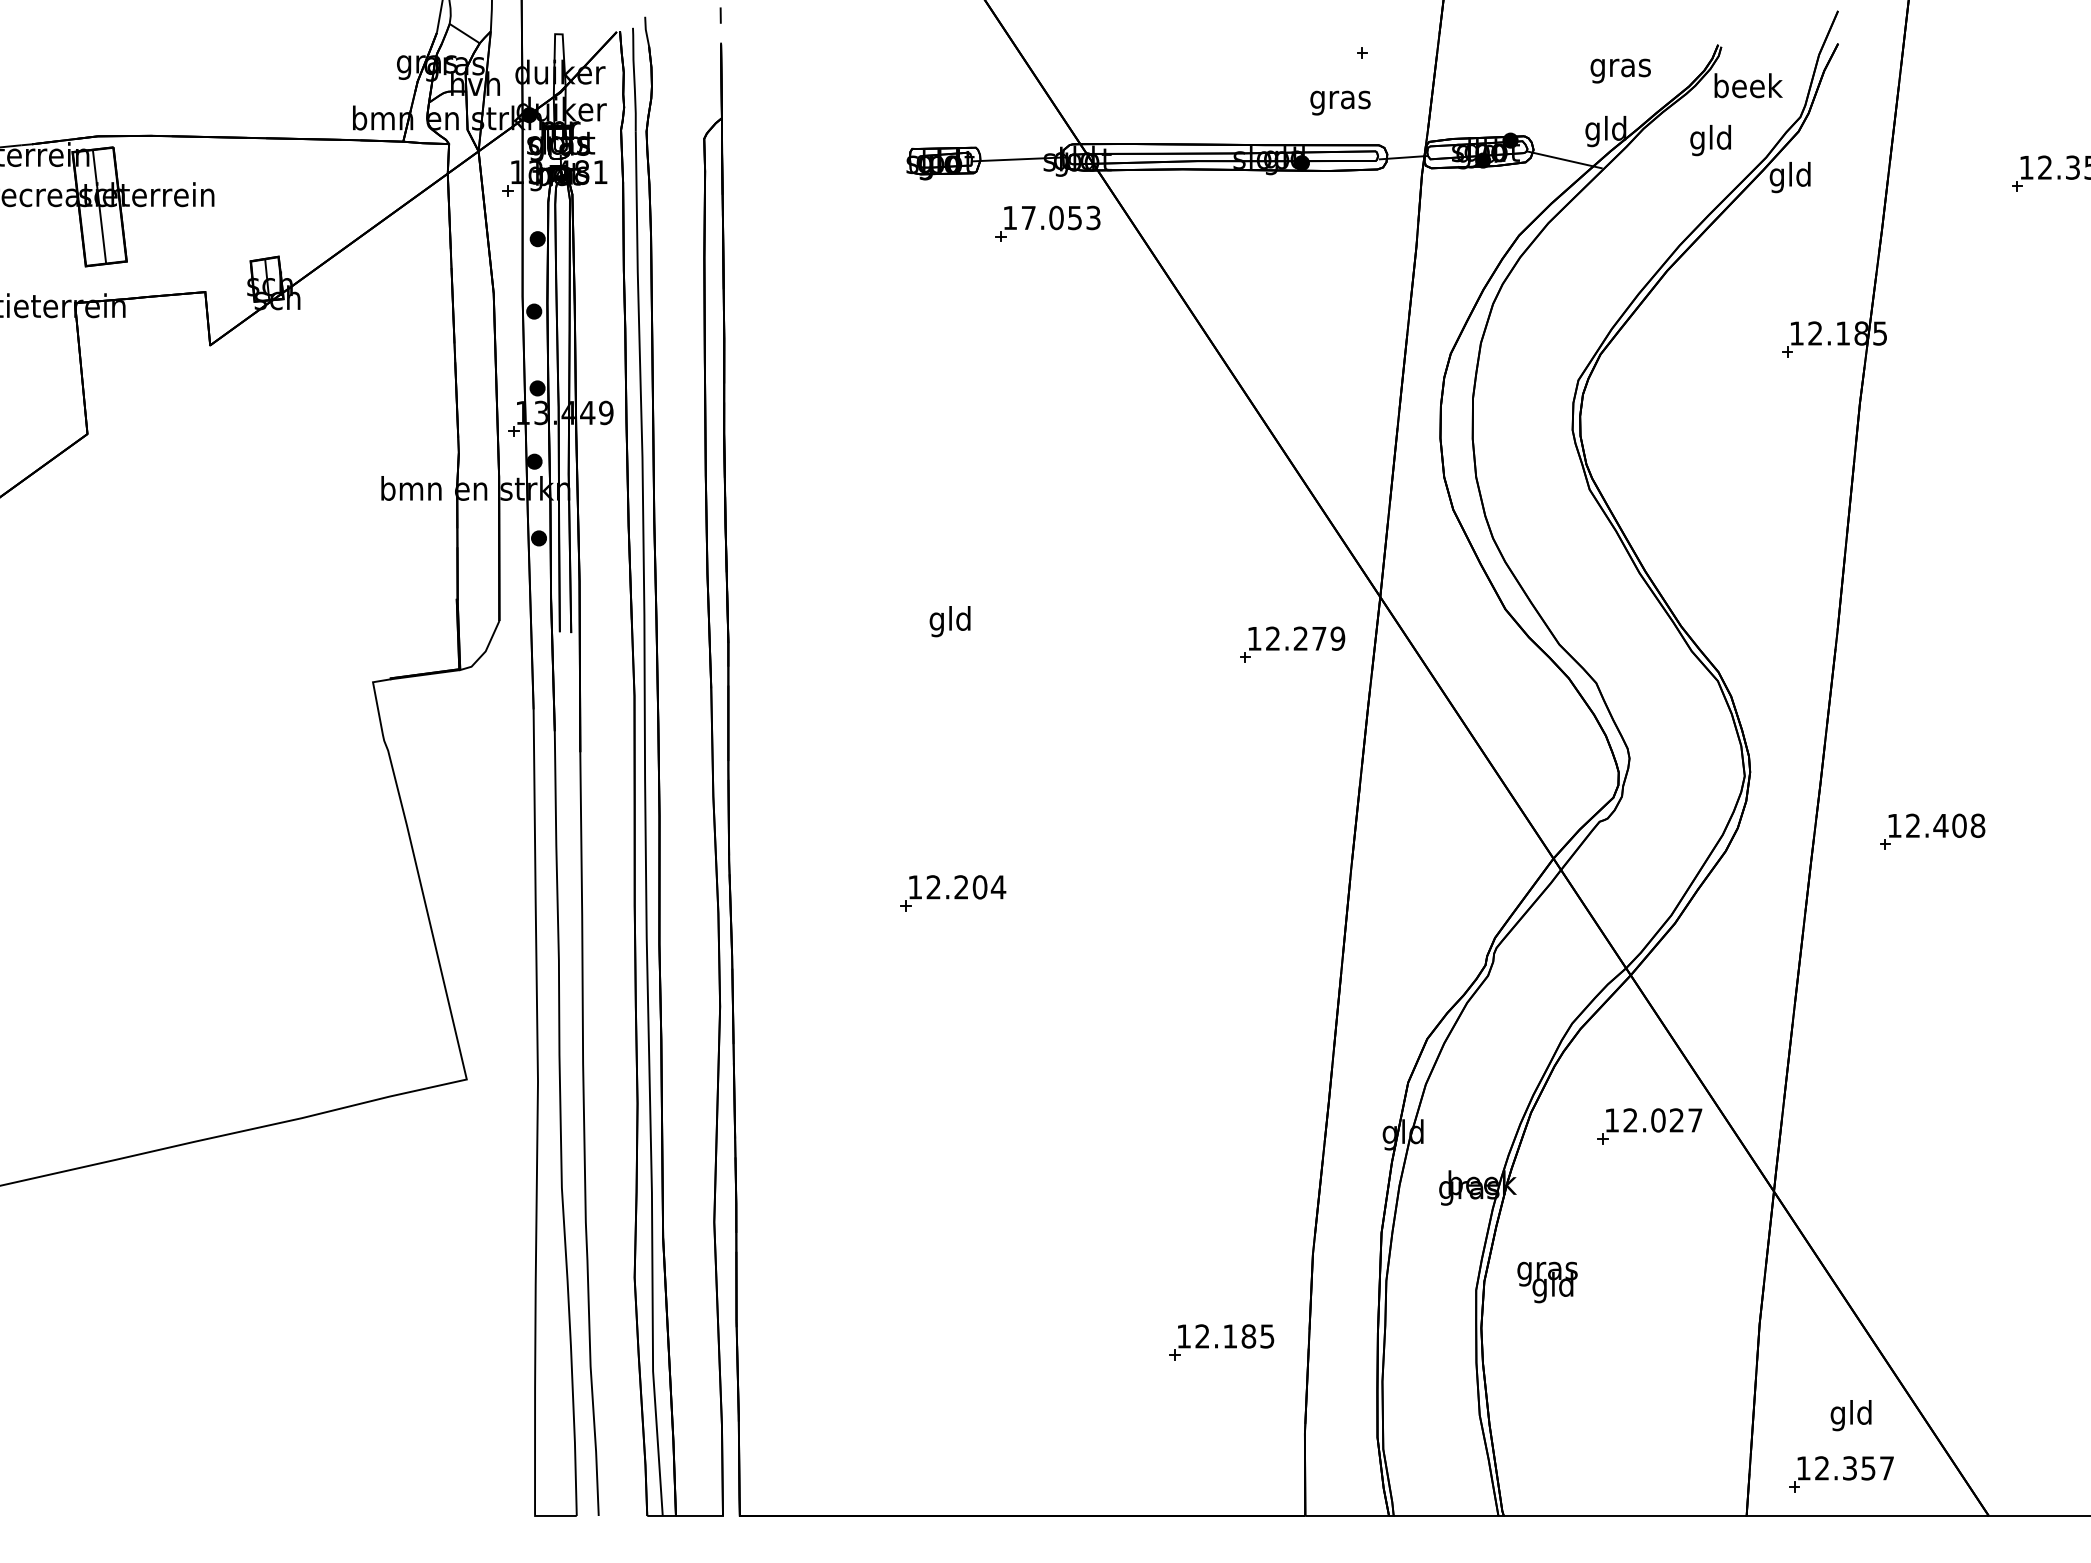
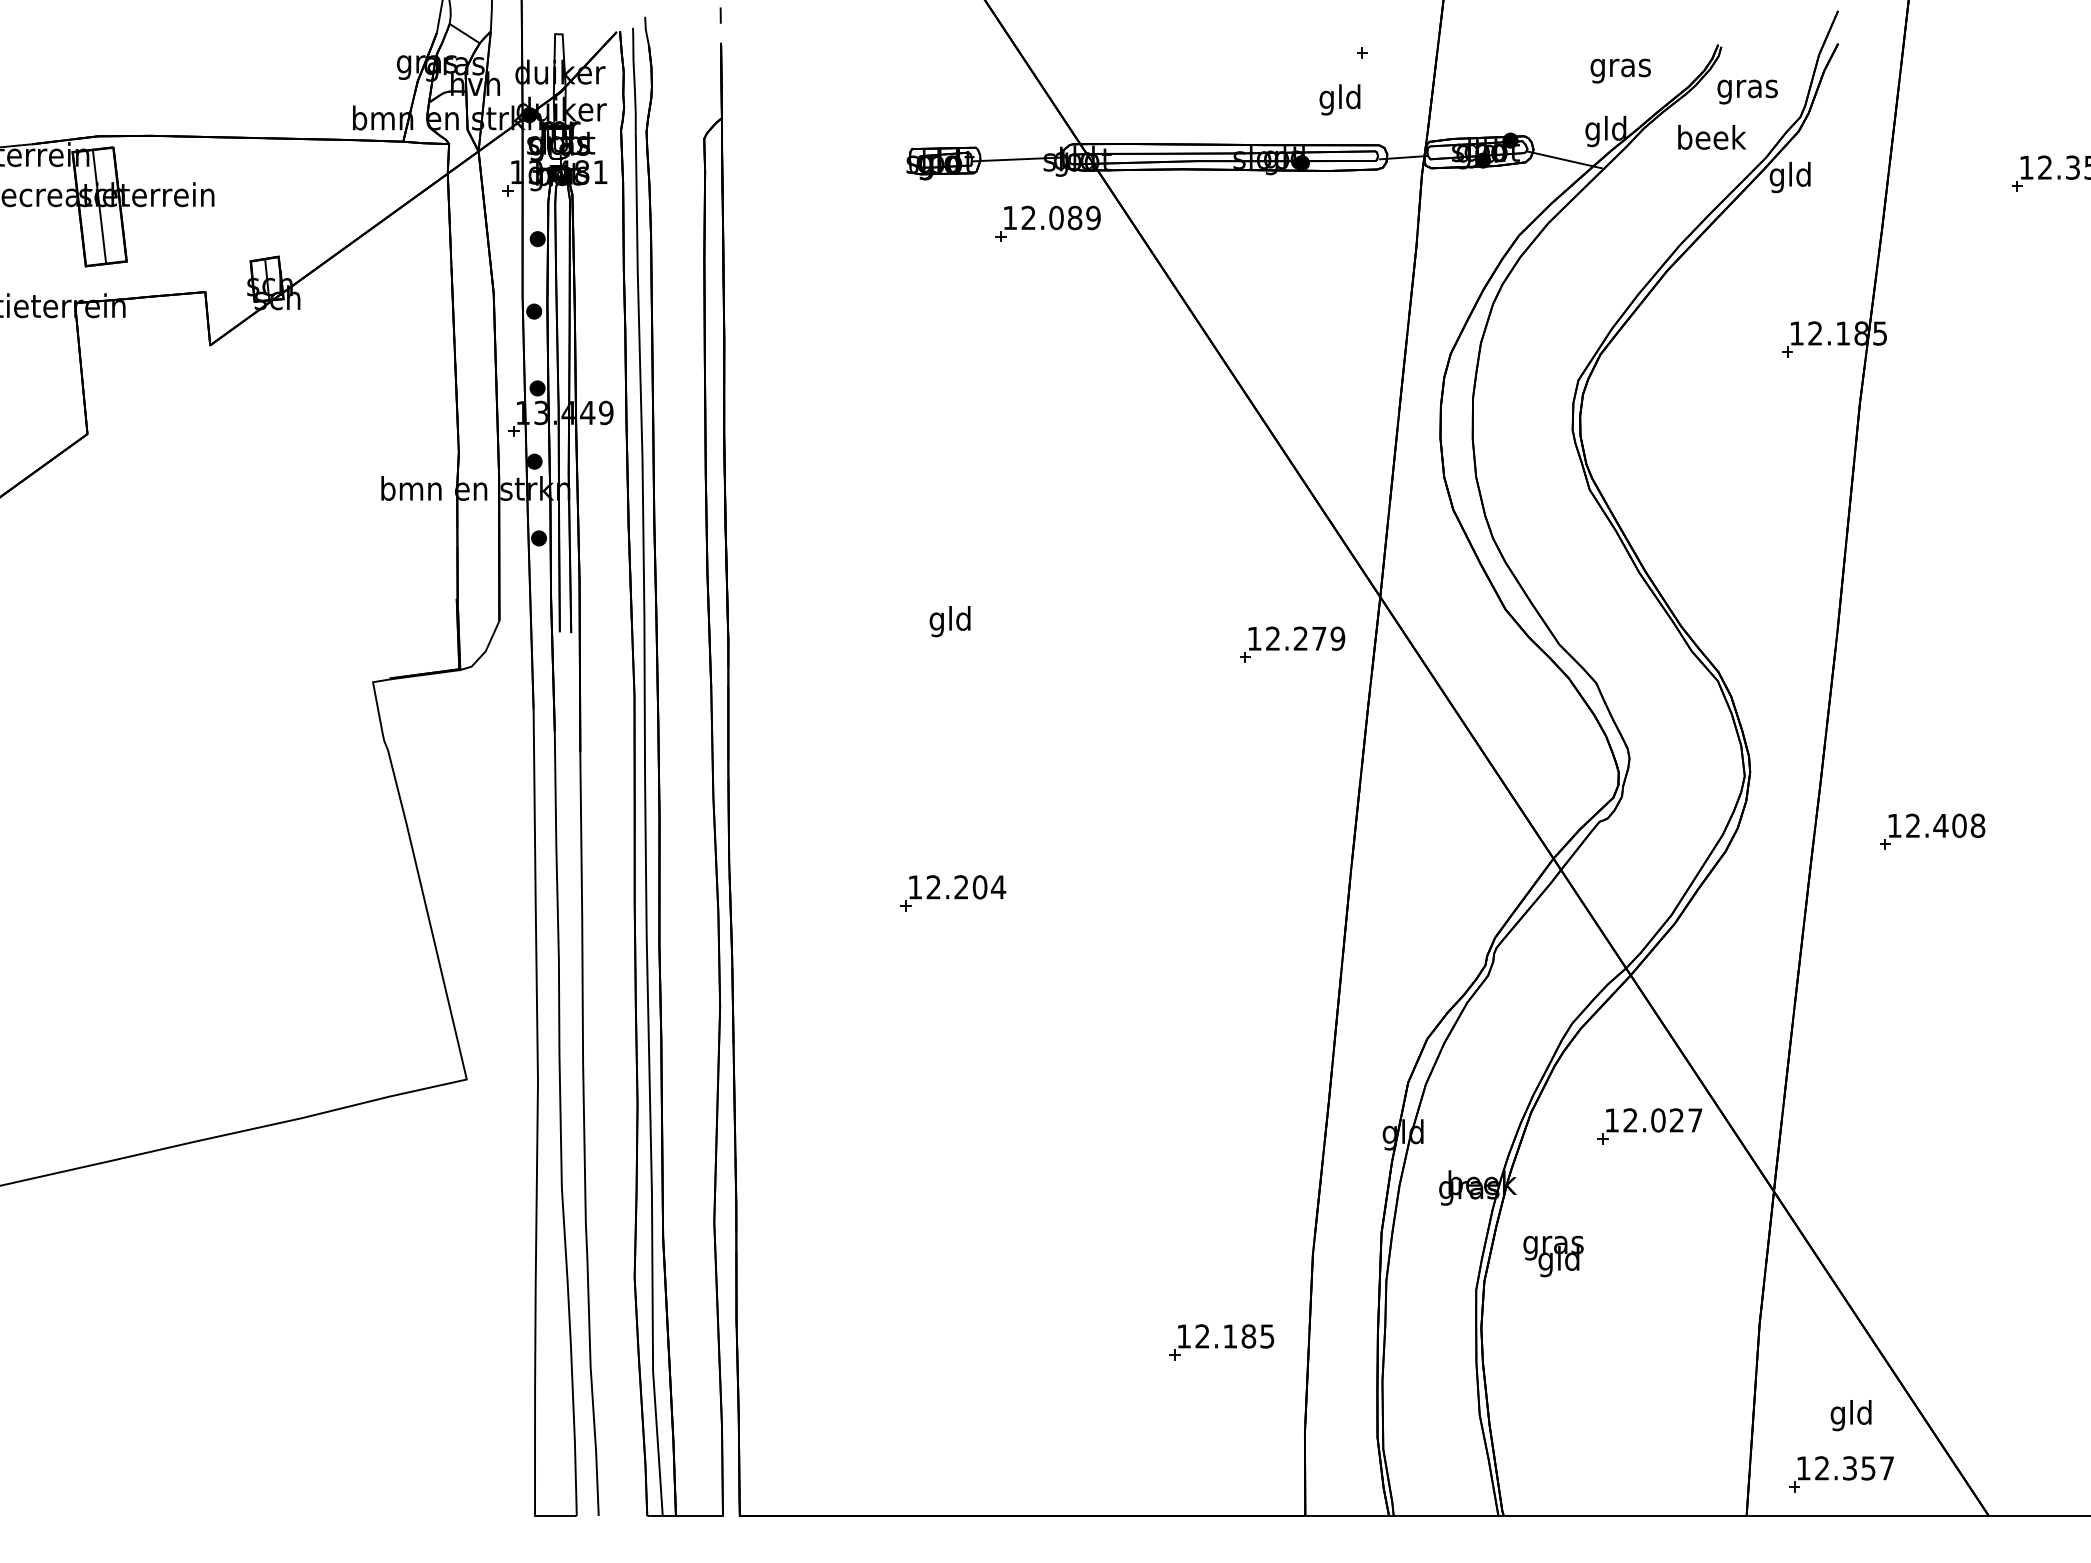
text at (1748, 88): beek -> gras
text at (1340, 99): gras -> gld
text at (1712, 140): gld -> beek
text at (1060, 217): 17.053 -> 12.089
text at (1547, 1282) position: (1547, 1282) -> (1553, 1256)
